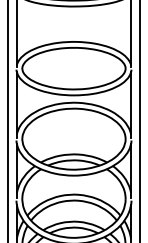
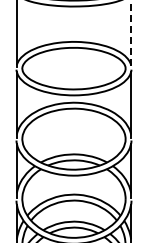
line at (131, 34): solid -> dashed
line at (7, 120): present -> none
line at (140, 120): present -> none
